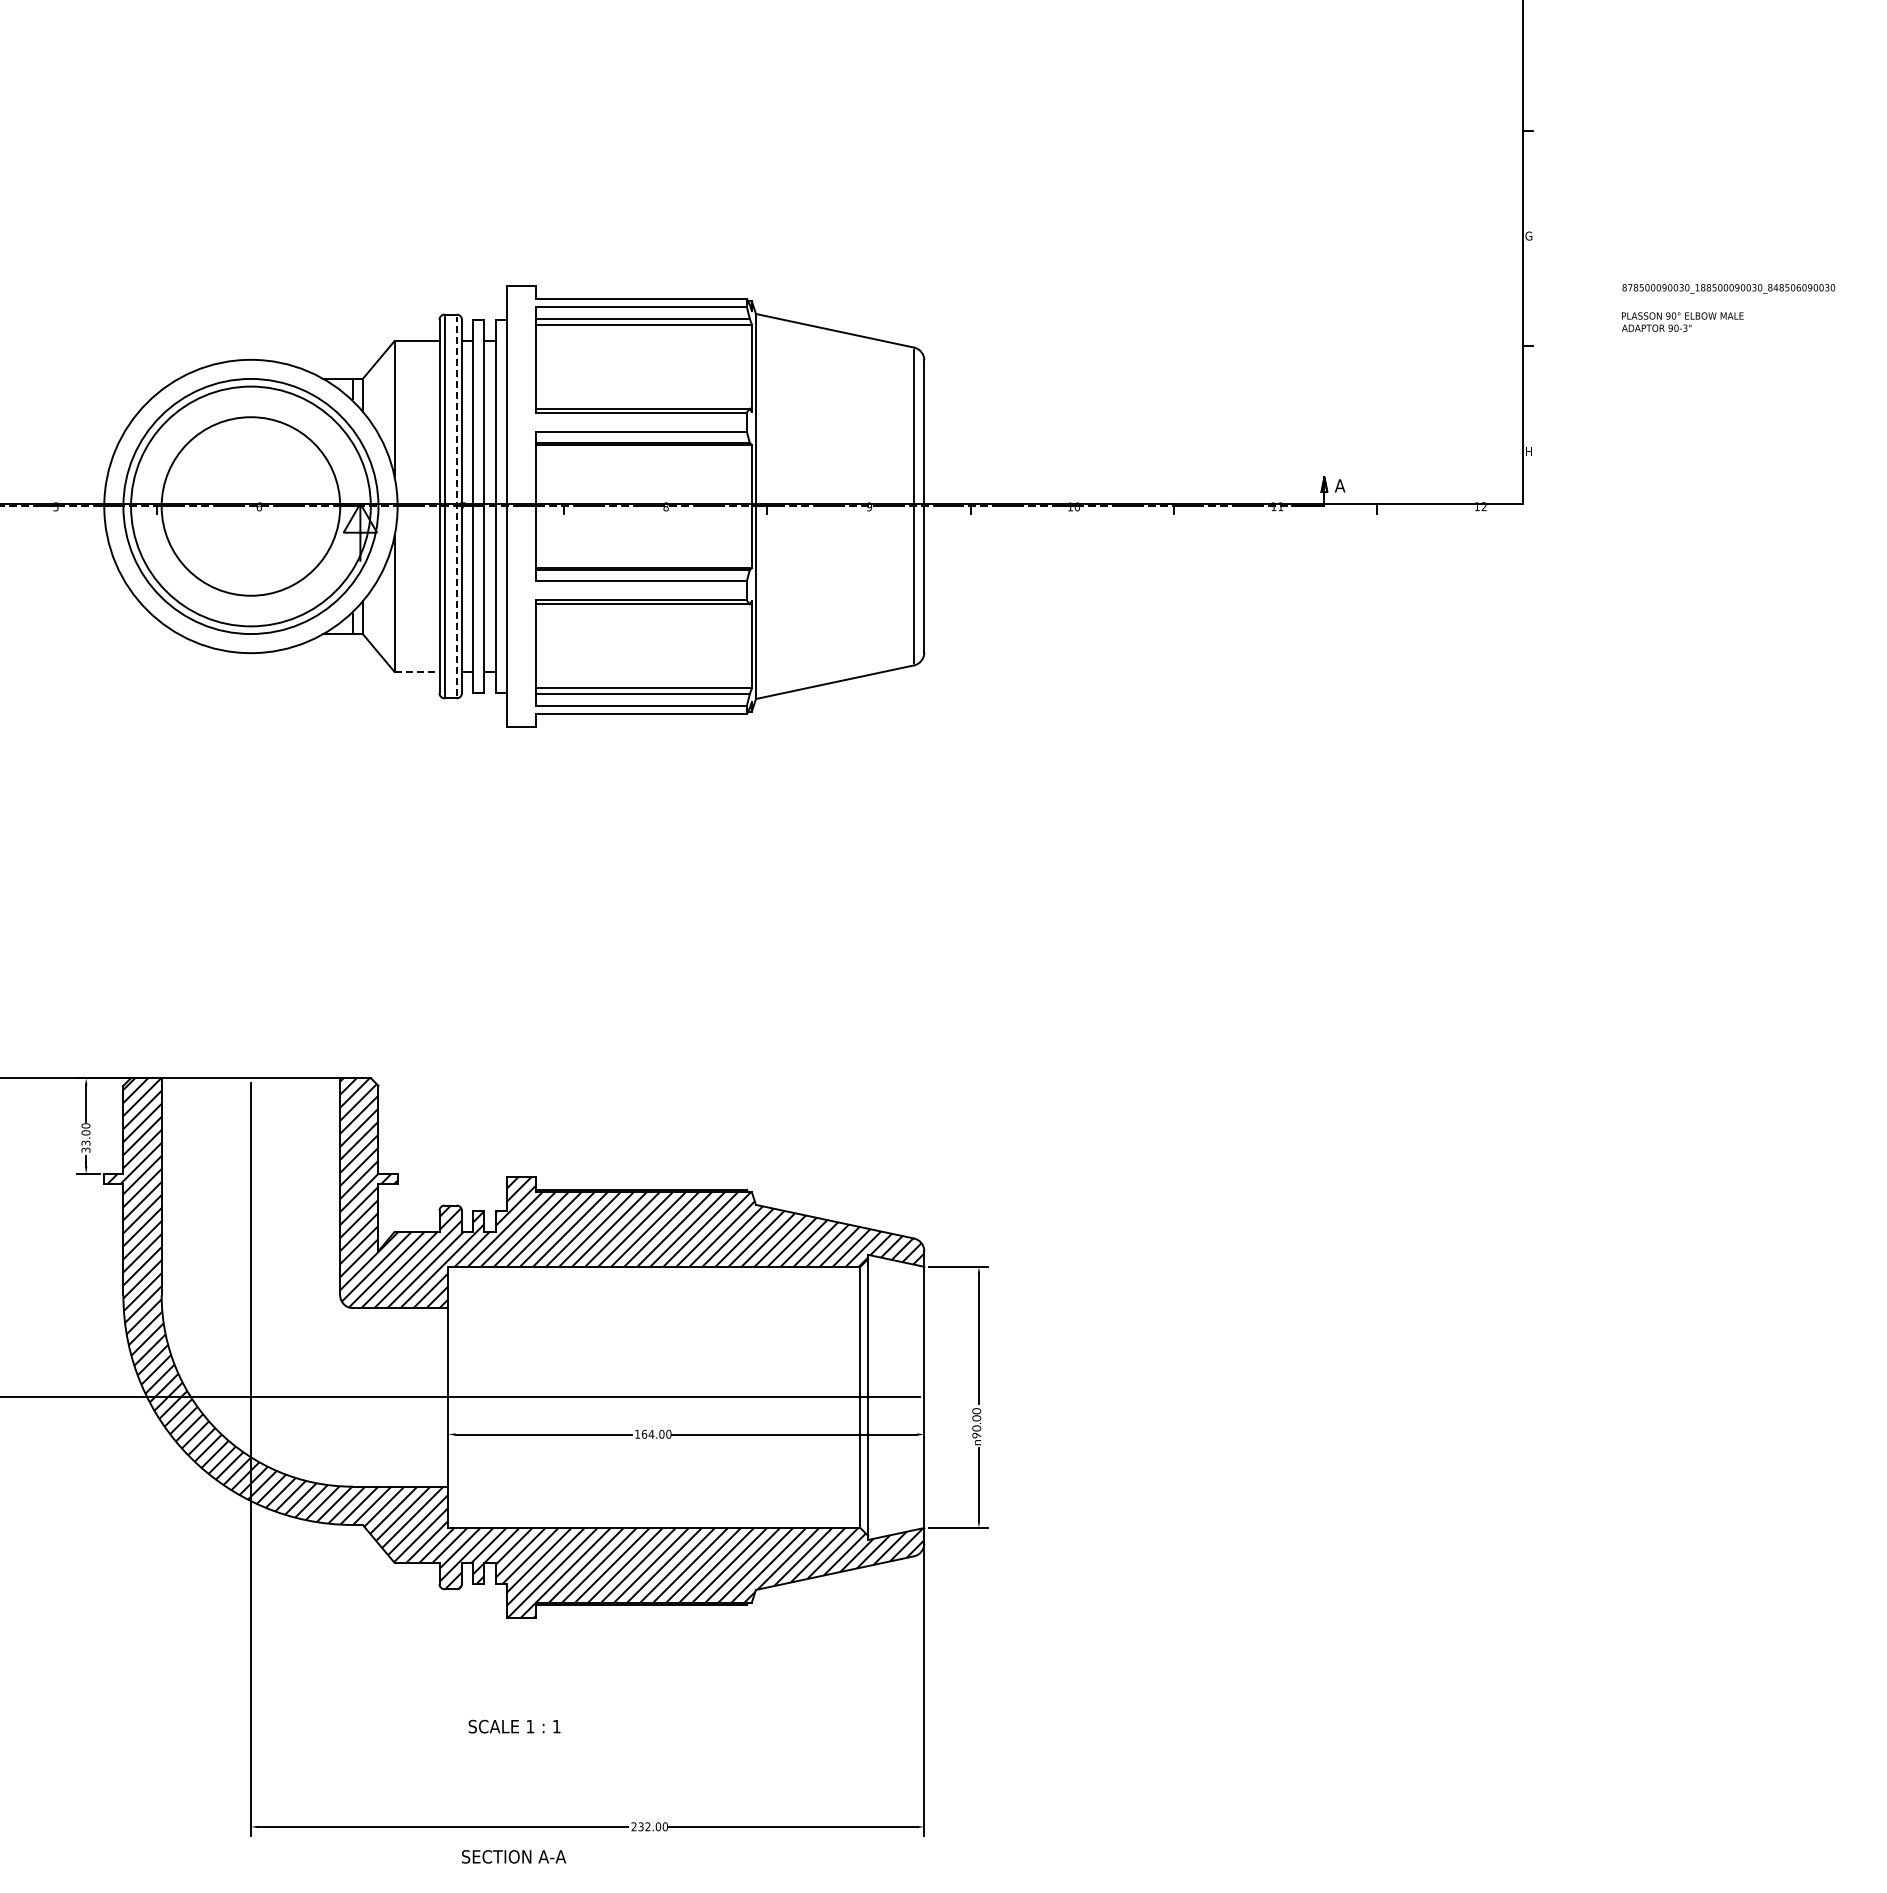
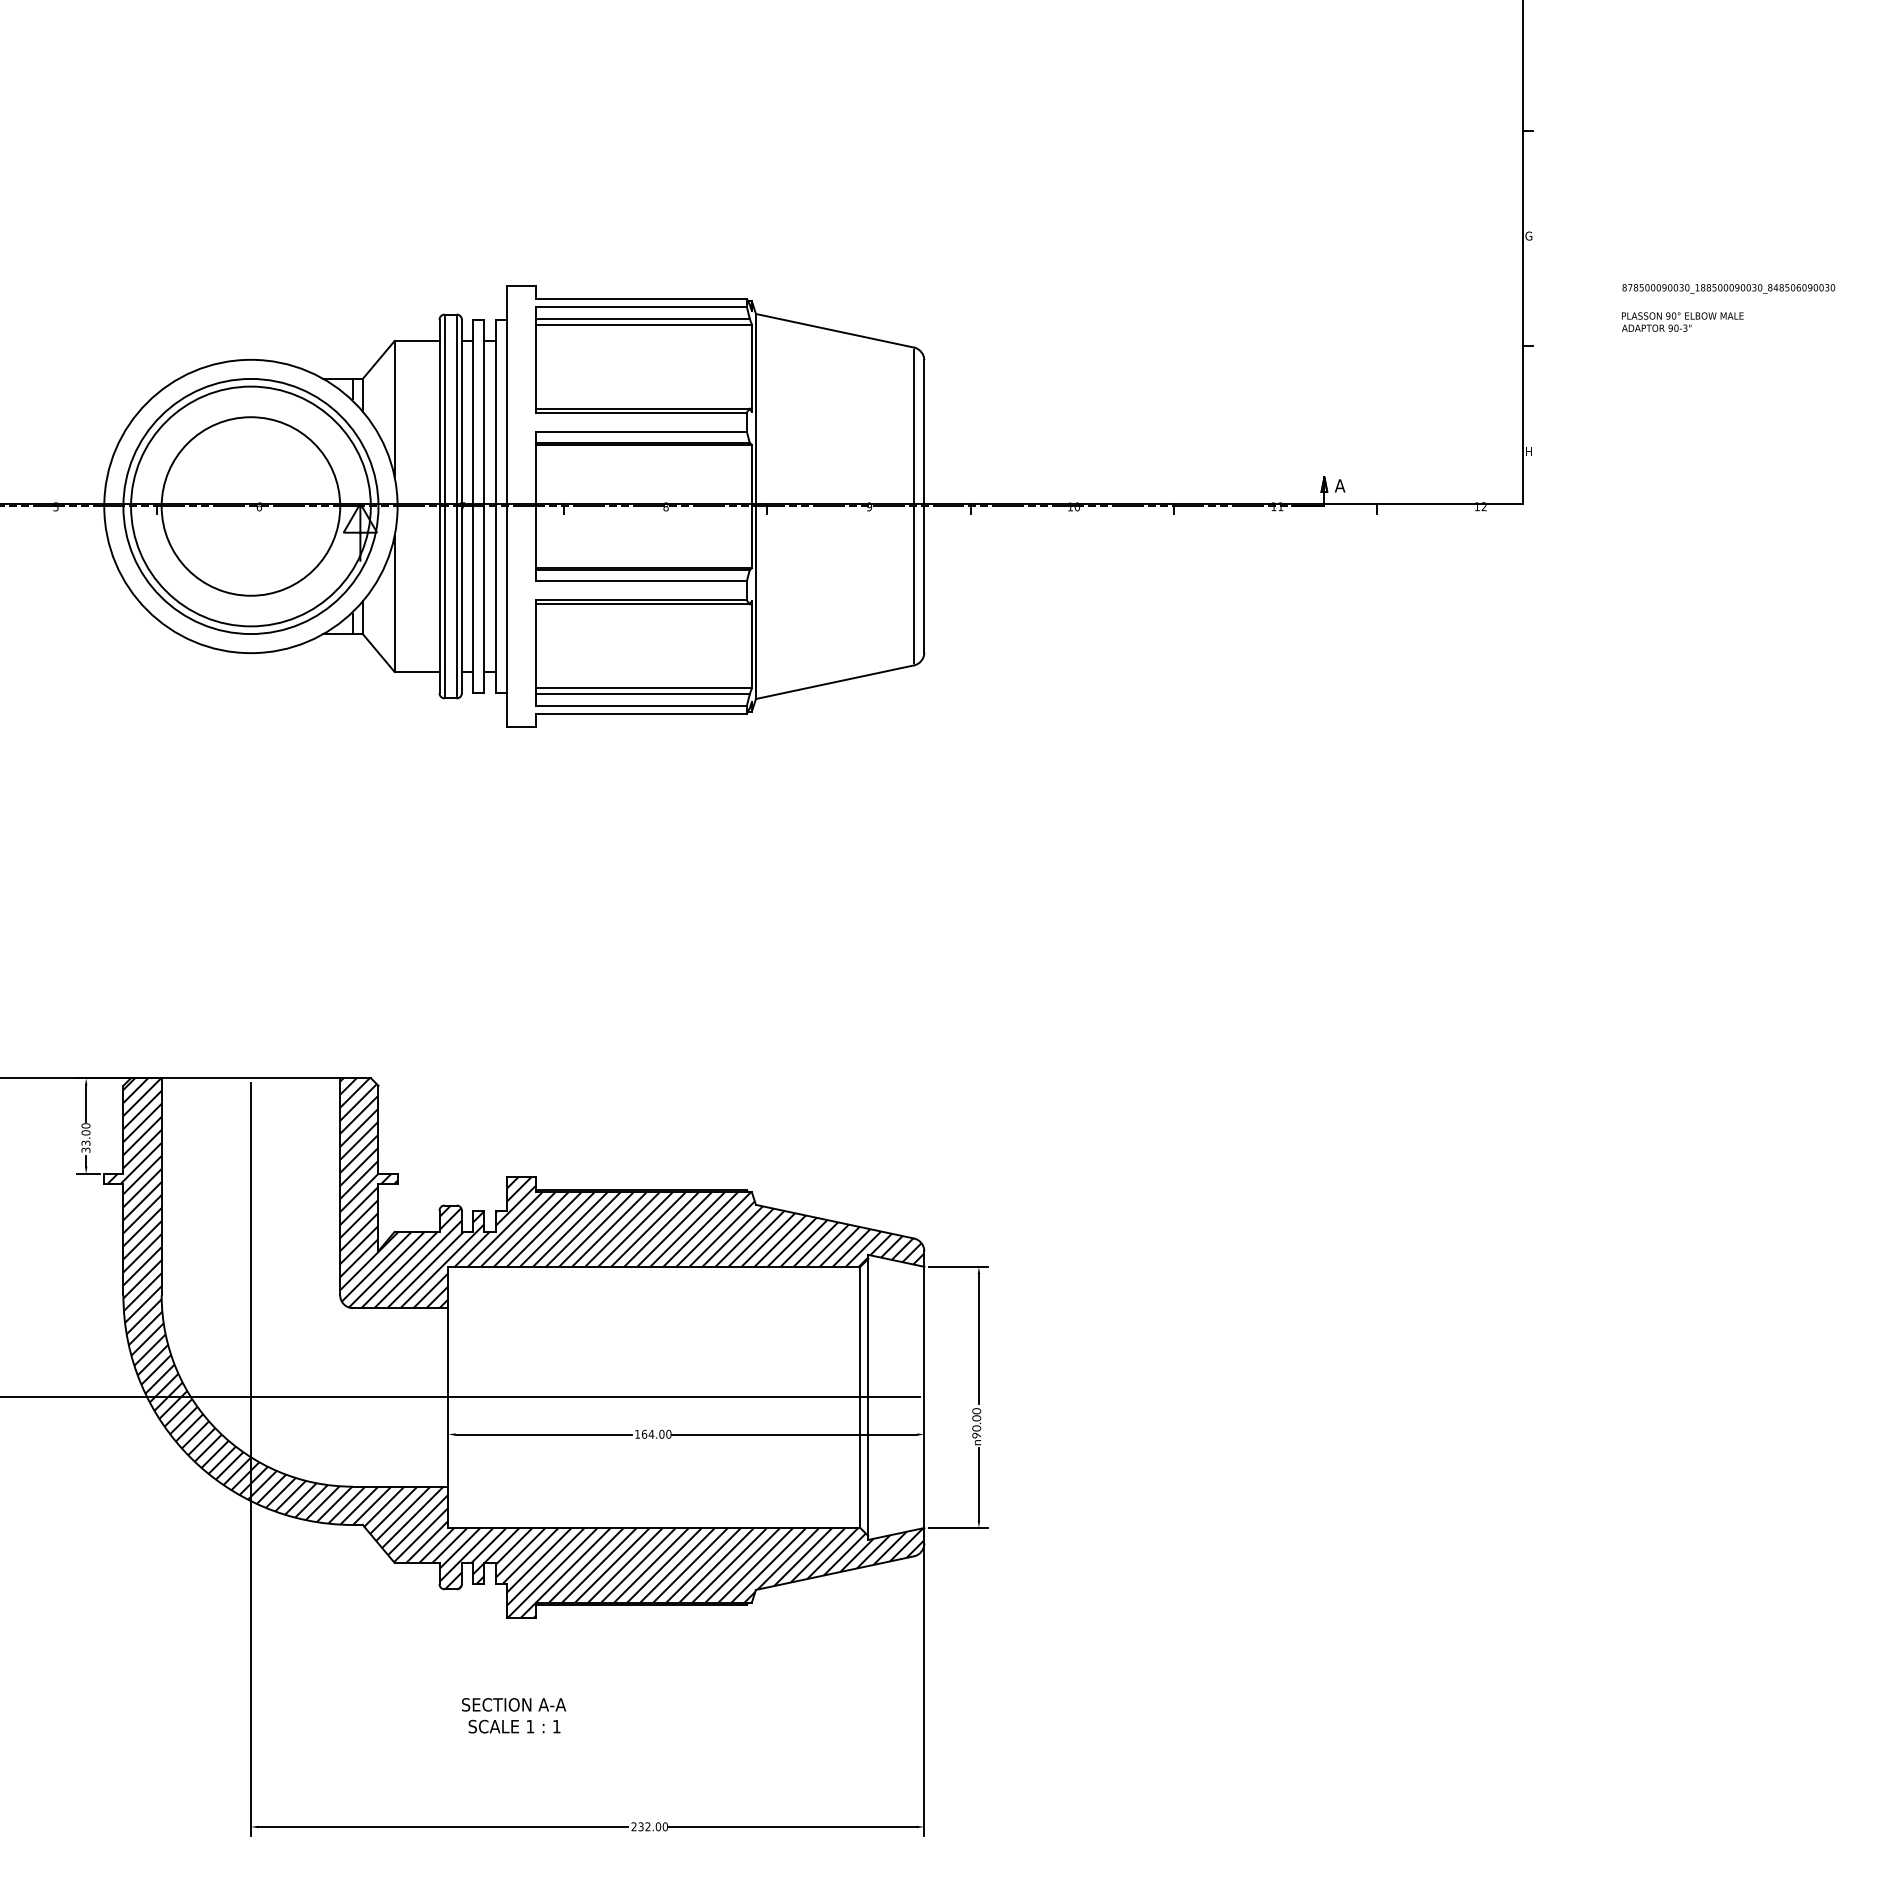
line at (456, 506): dashed -> solid
line at (417, 671): dashed -> solid
text at (514, 1856) position: (514, 1856) -> (514, 1704)
